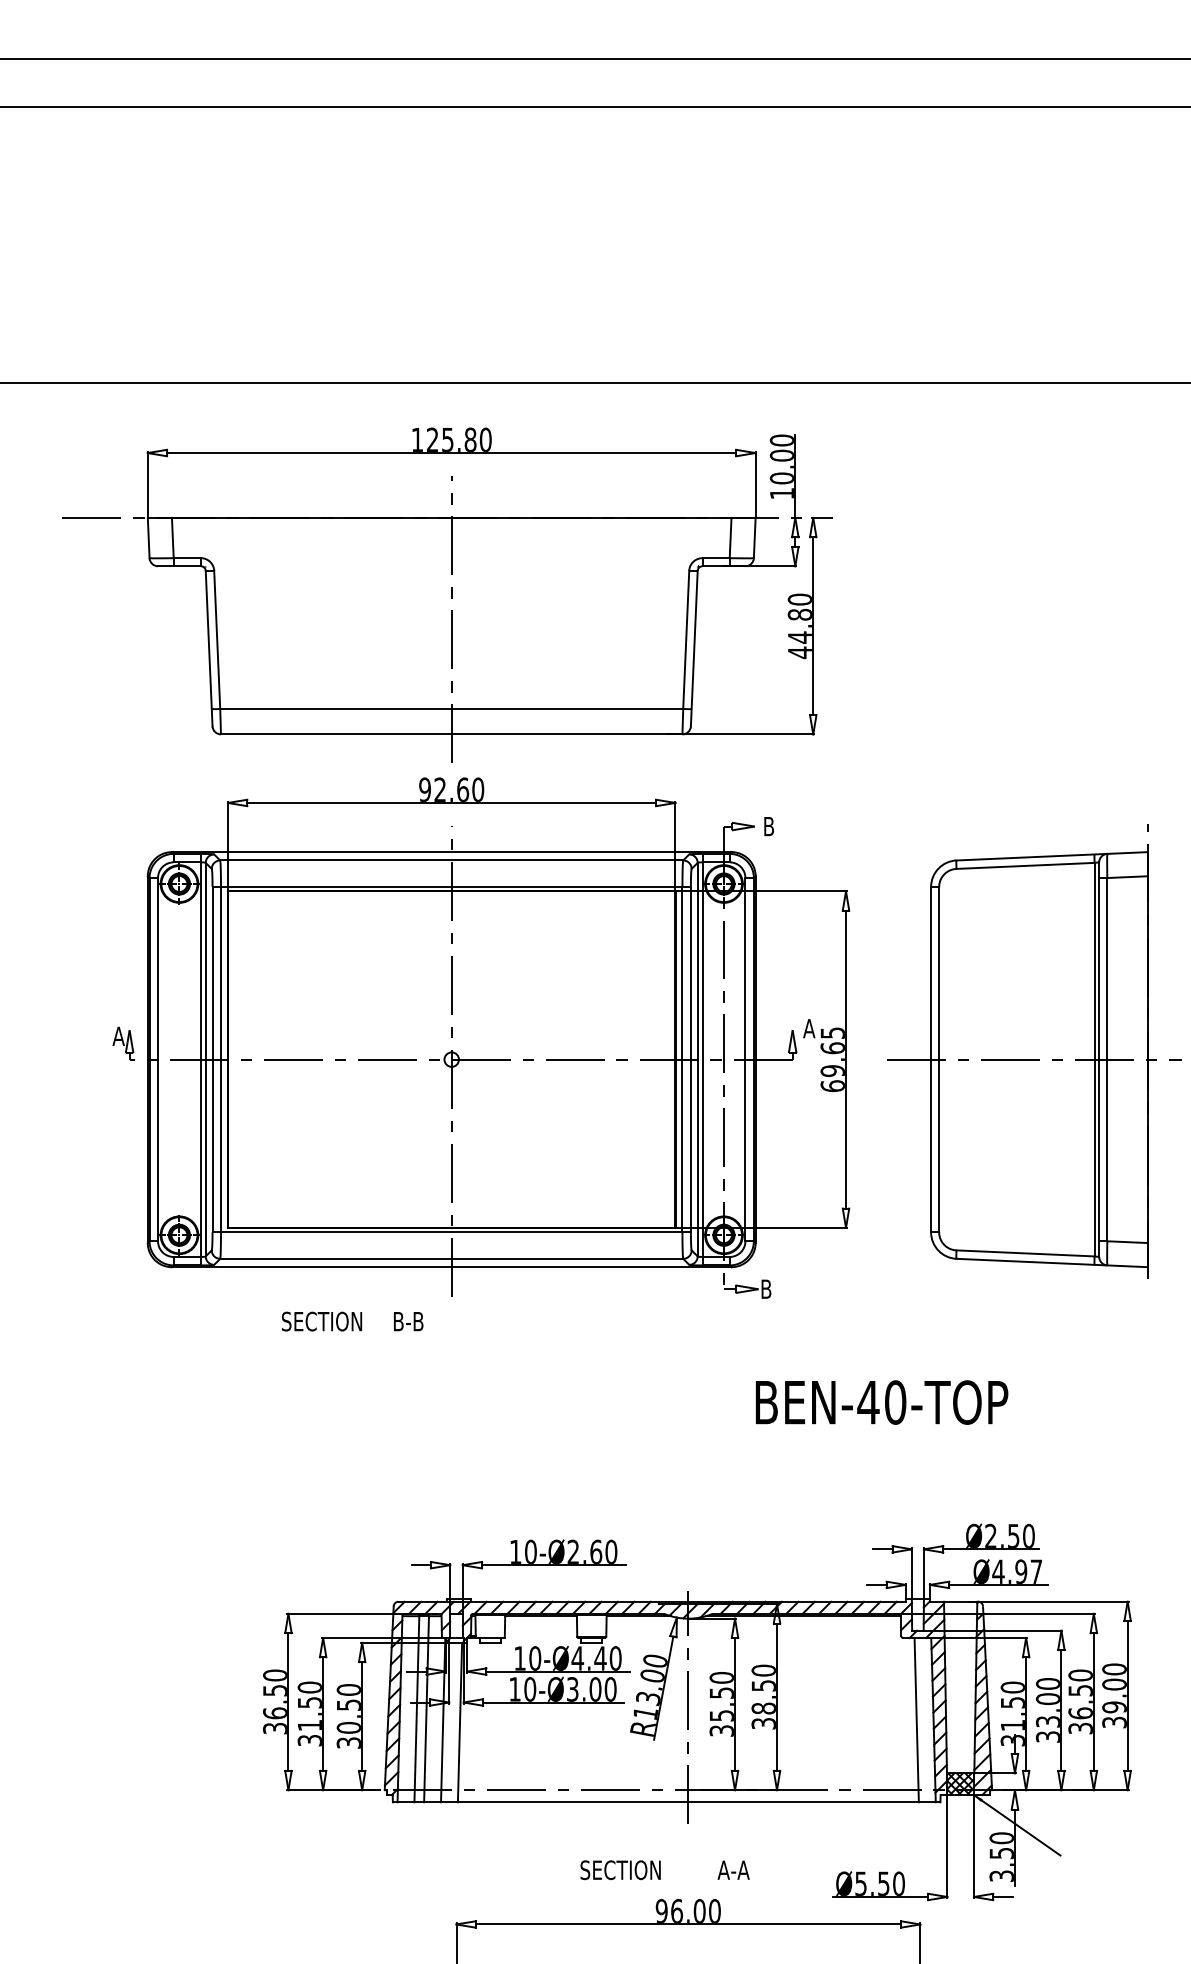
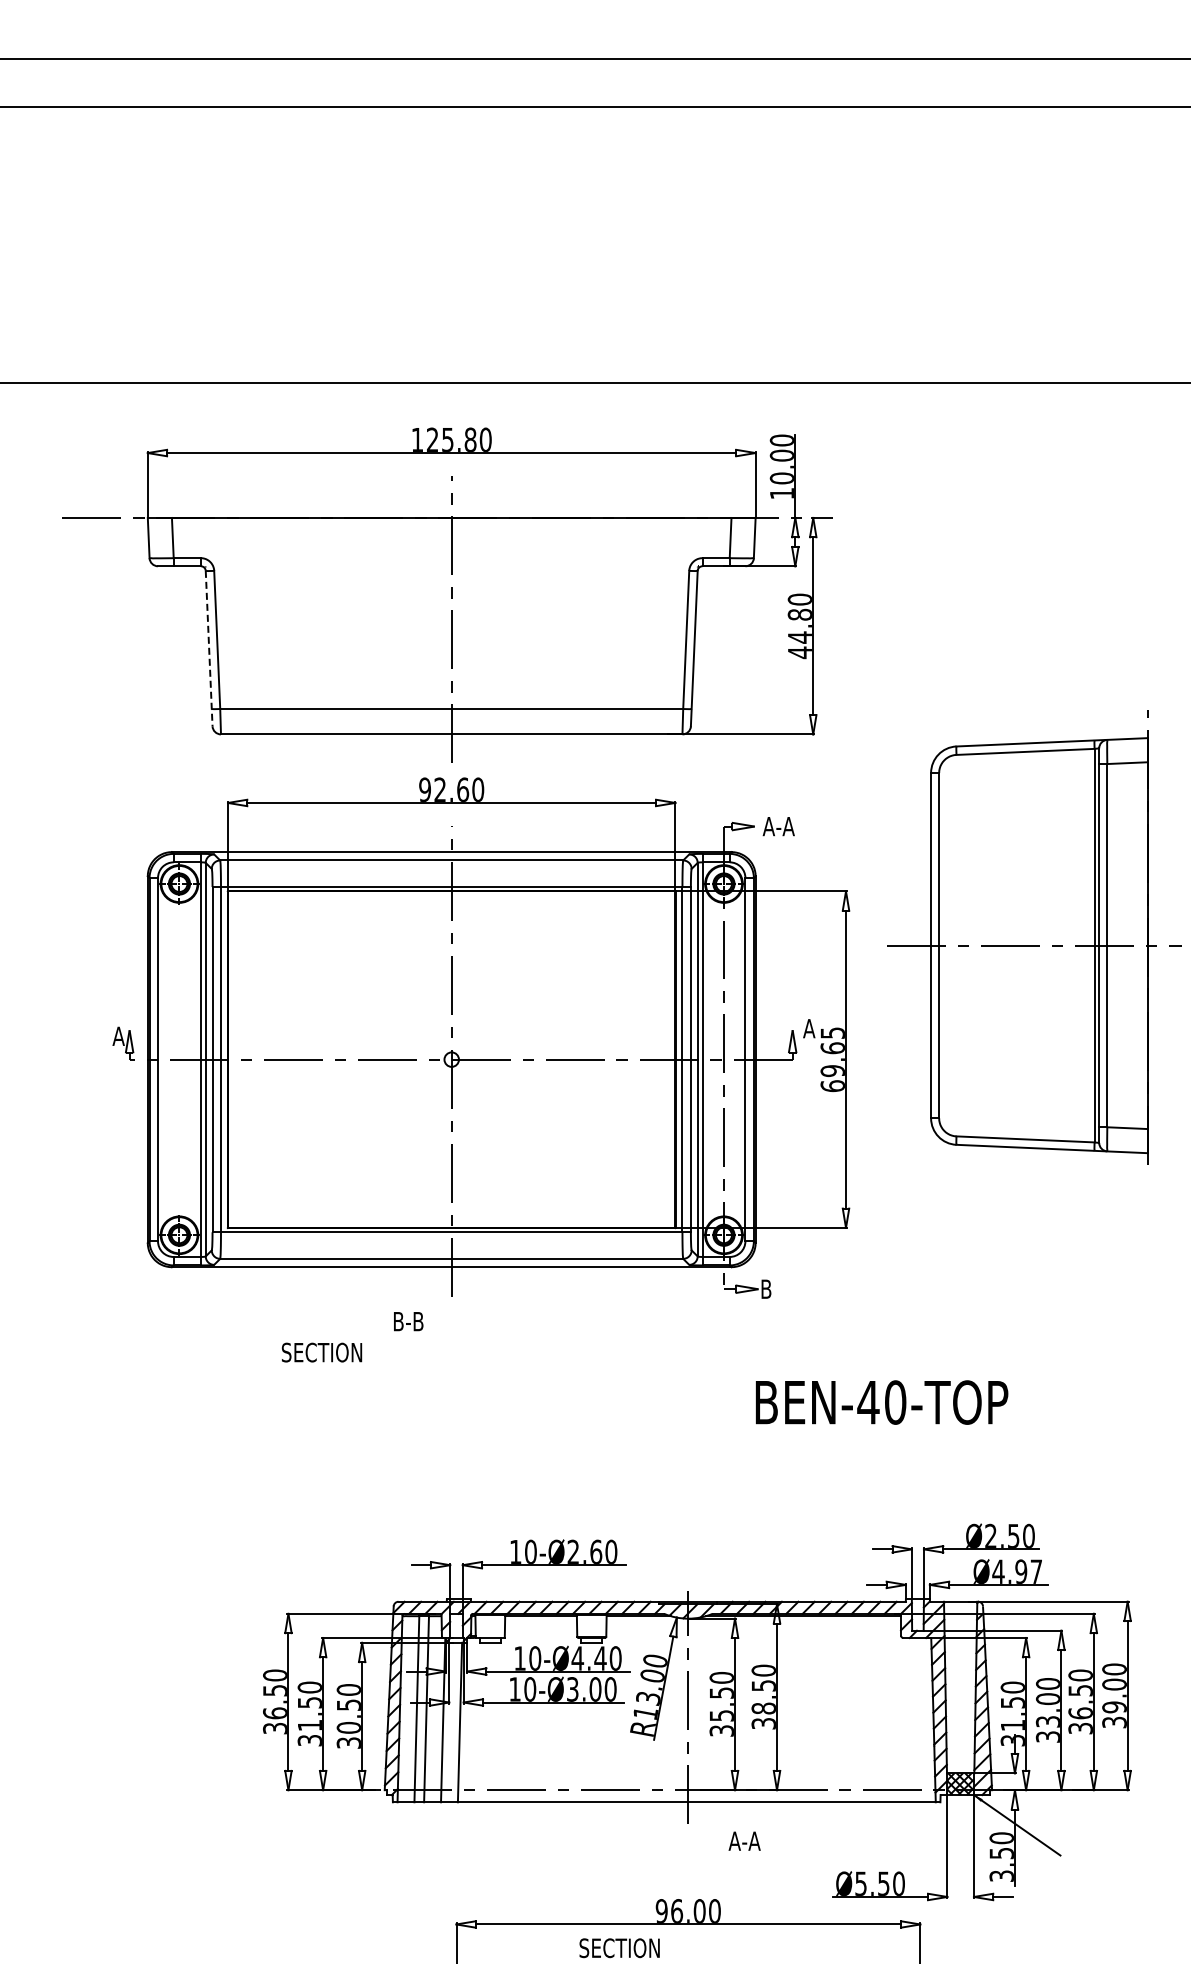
line at (209, 648): solid -> dashed
text at (778, 826): B -> A-A
part at (1034, 1051) position: (1034, 1051) -> (1034, 937)
text at (321, 1321) position: (321, 1321) -> (321, 1352)
line at (916, 1720): present -> none
text at (733, 1869) position: (733, 1869) -> (744, 1840)
text at (620, 1870) position: (620, 1870) -> (619, 1948)
